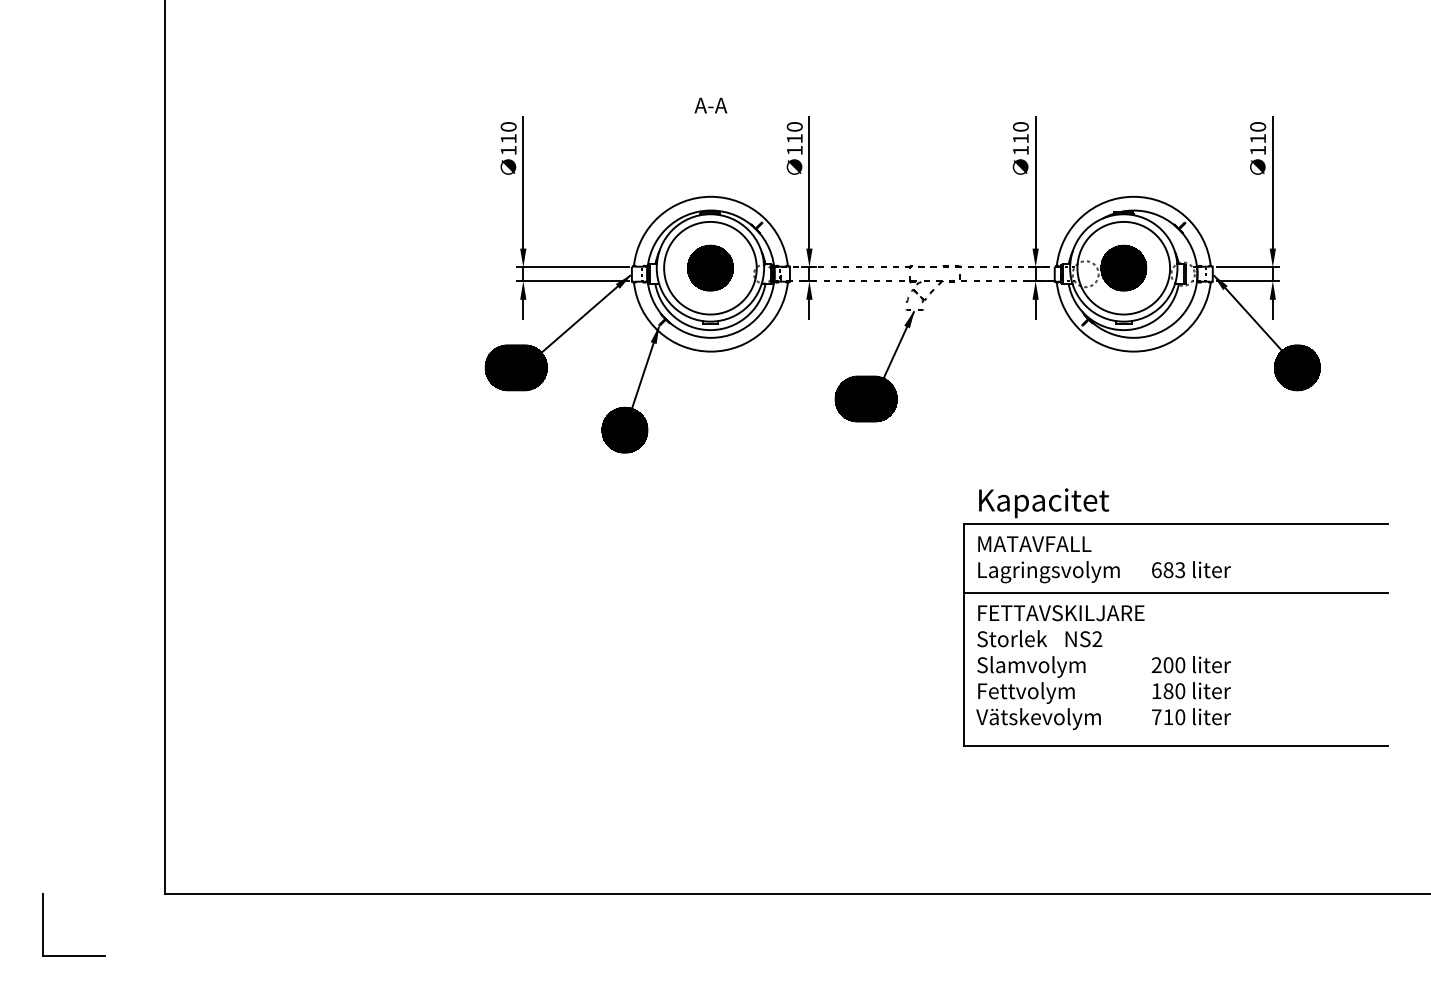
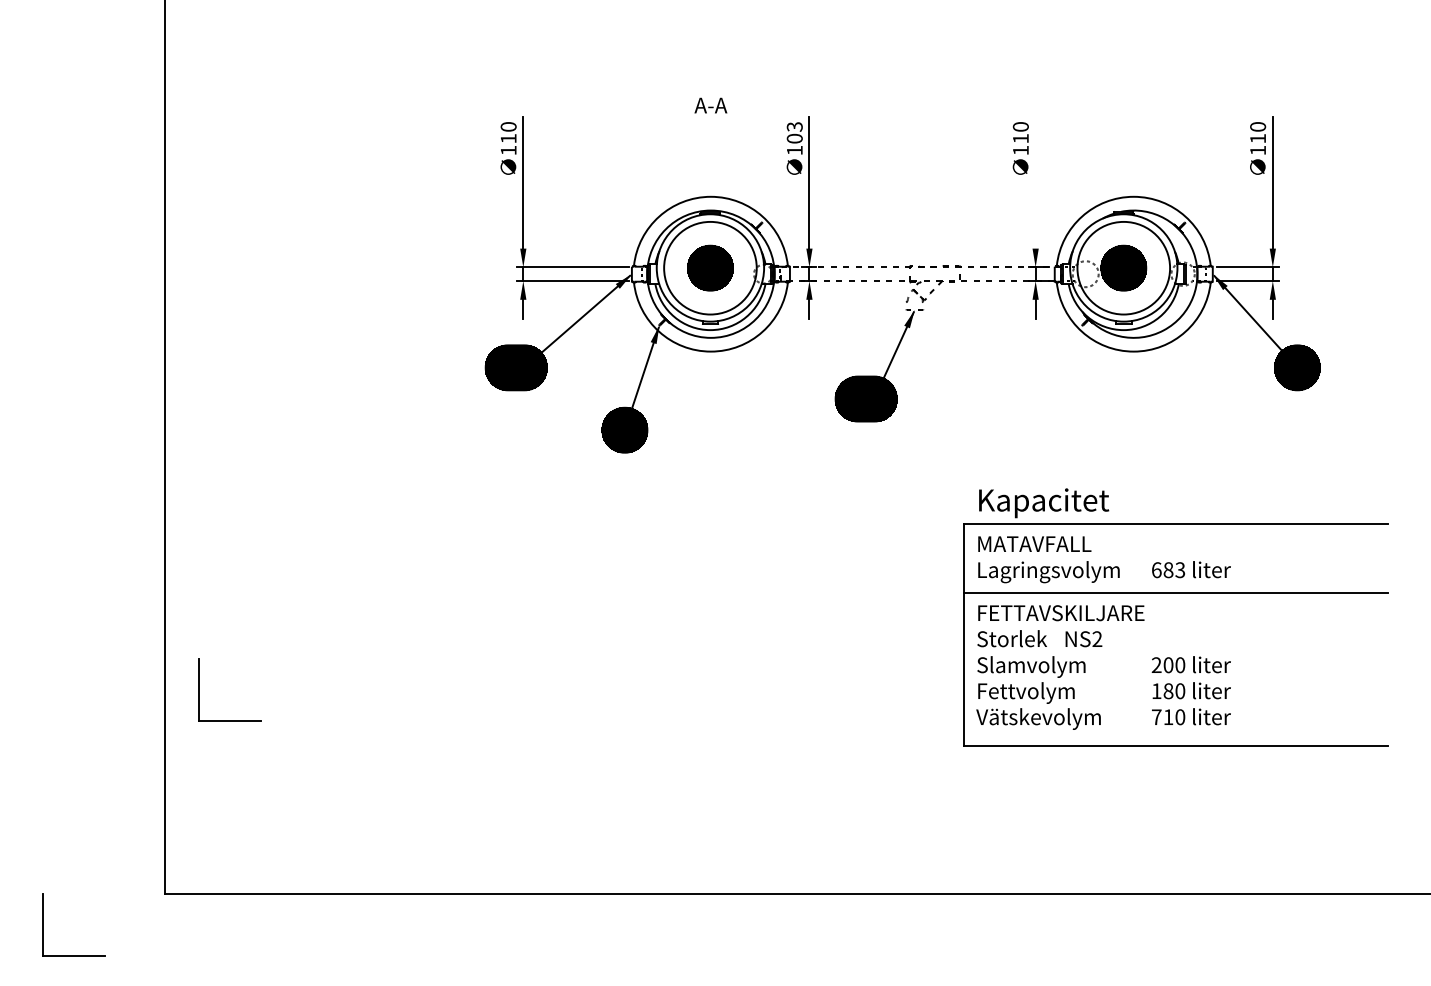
text at (794, 132): 110 -> 103
line at (1035, 182): present -> none
part at (199, 689): none -> present
